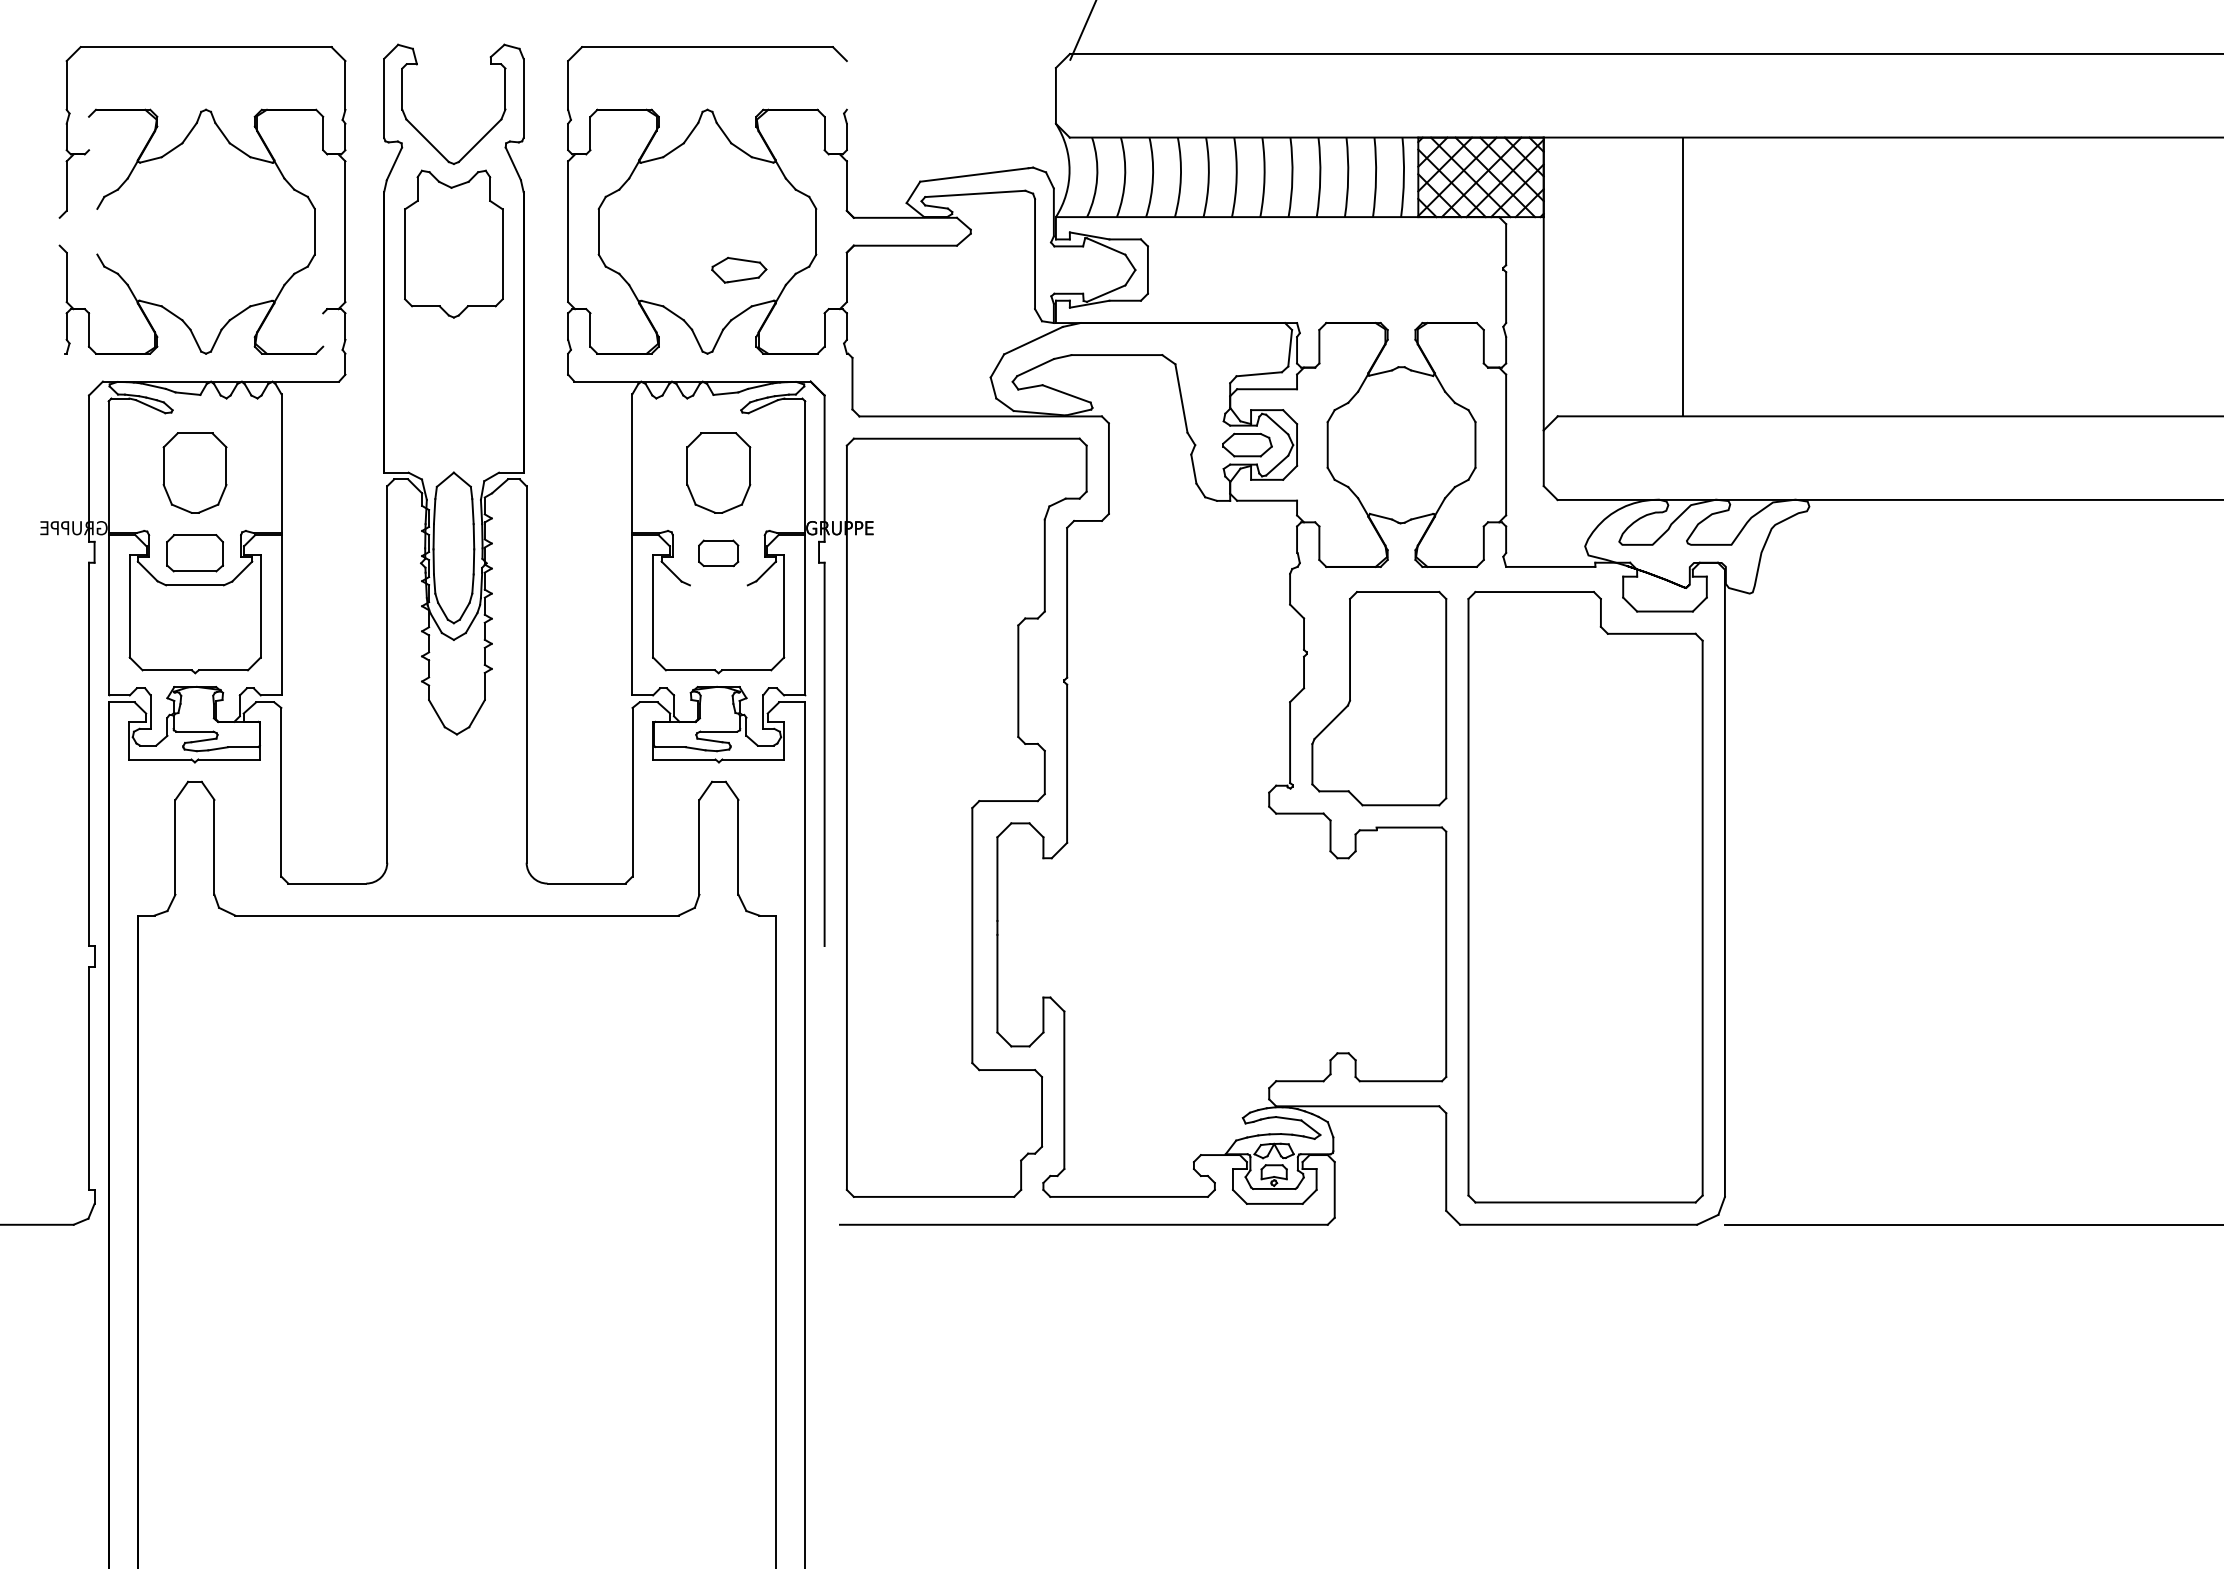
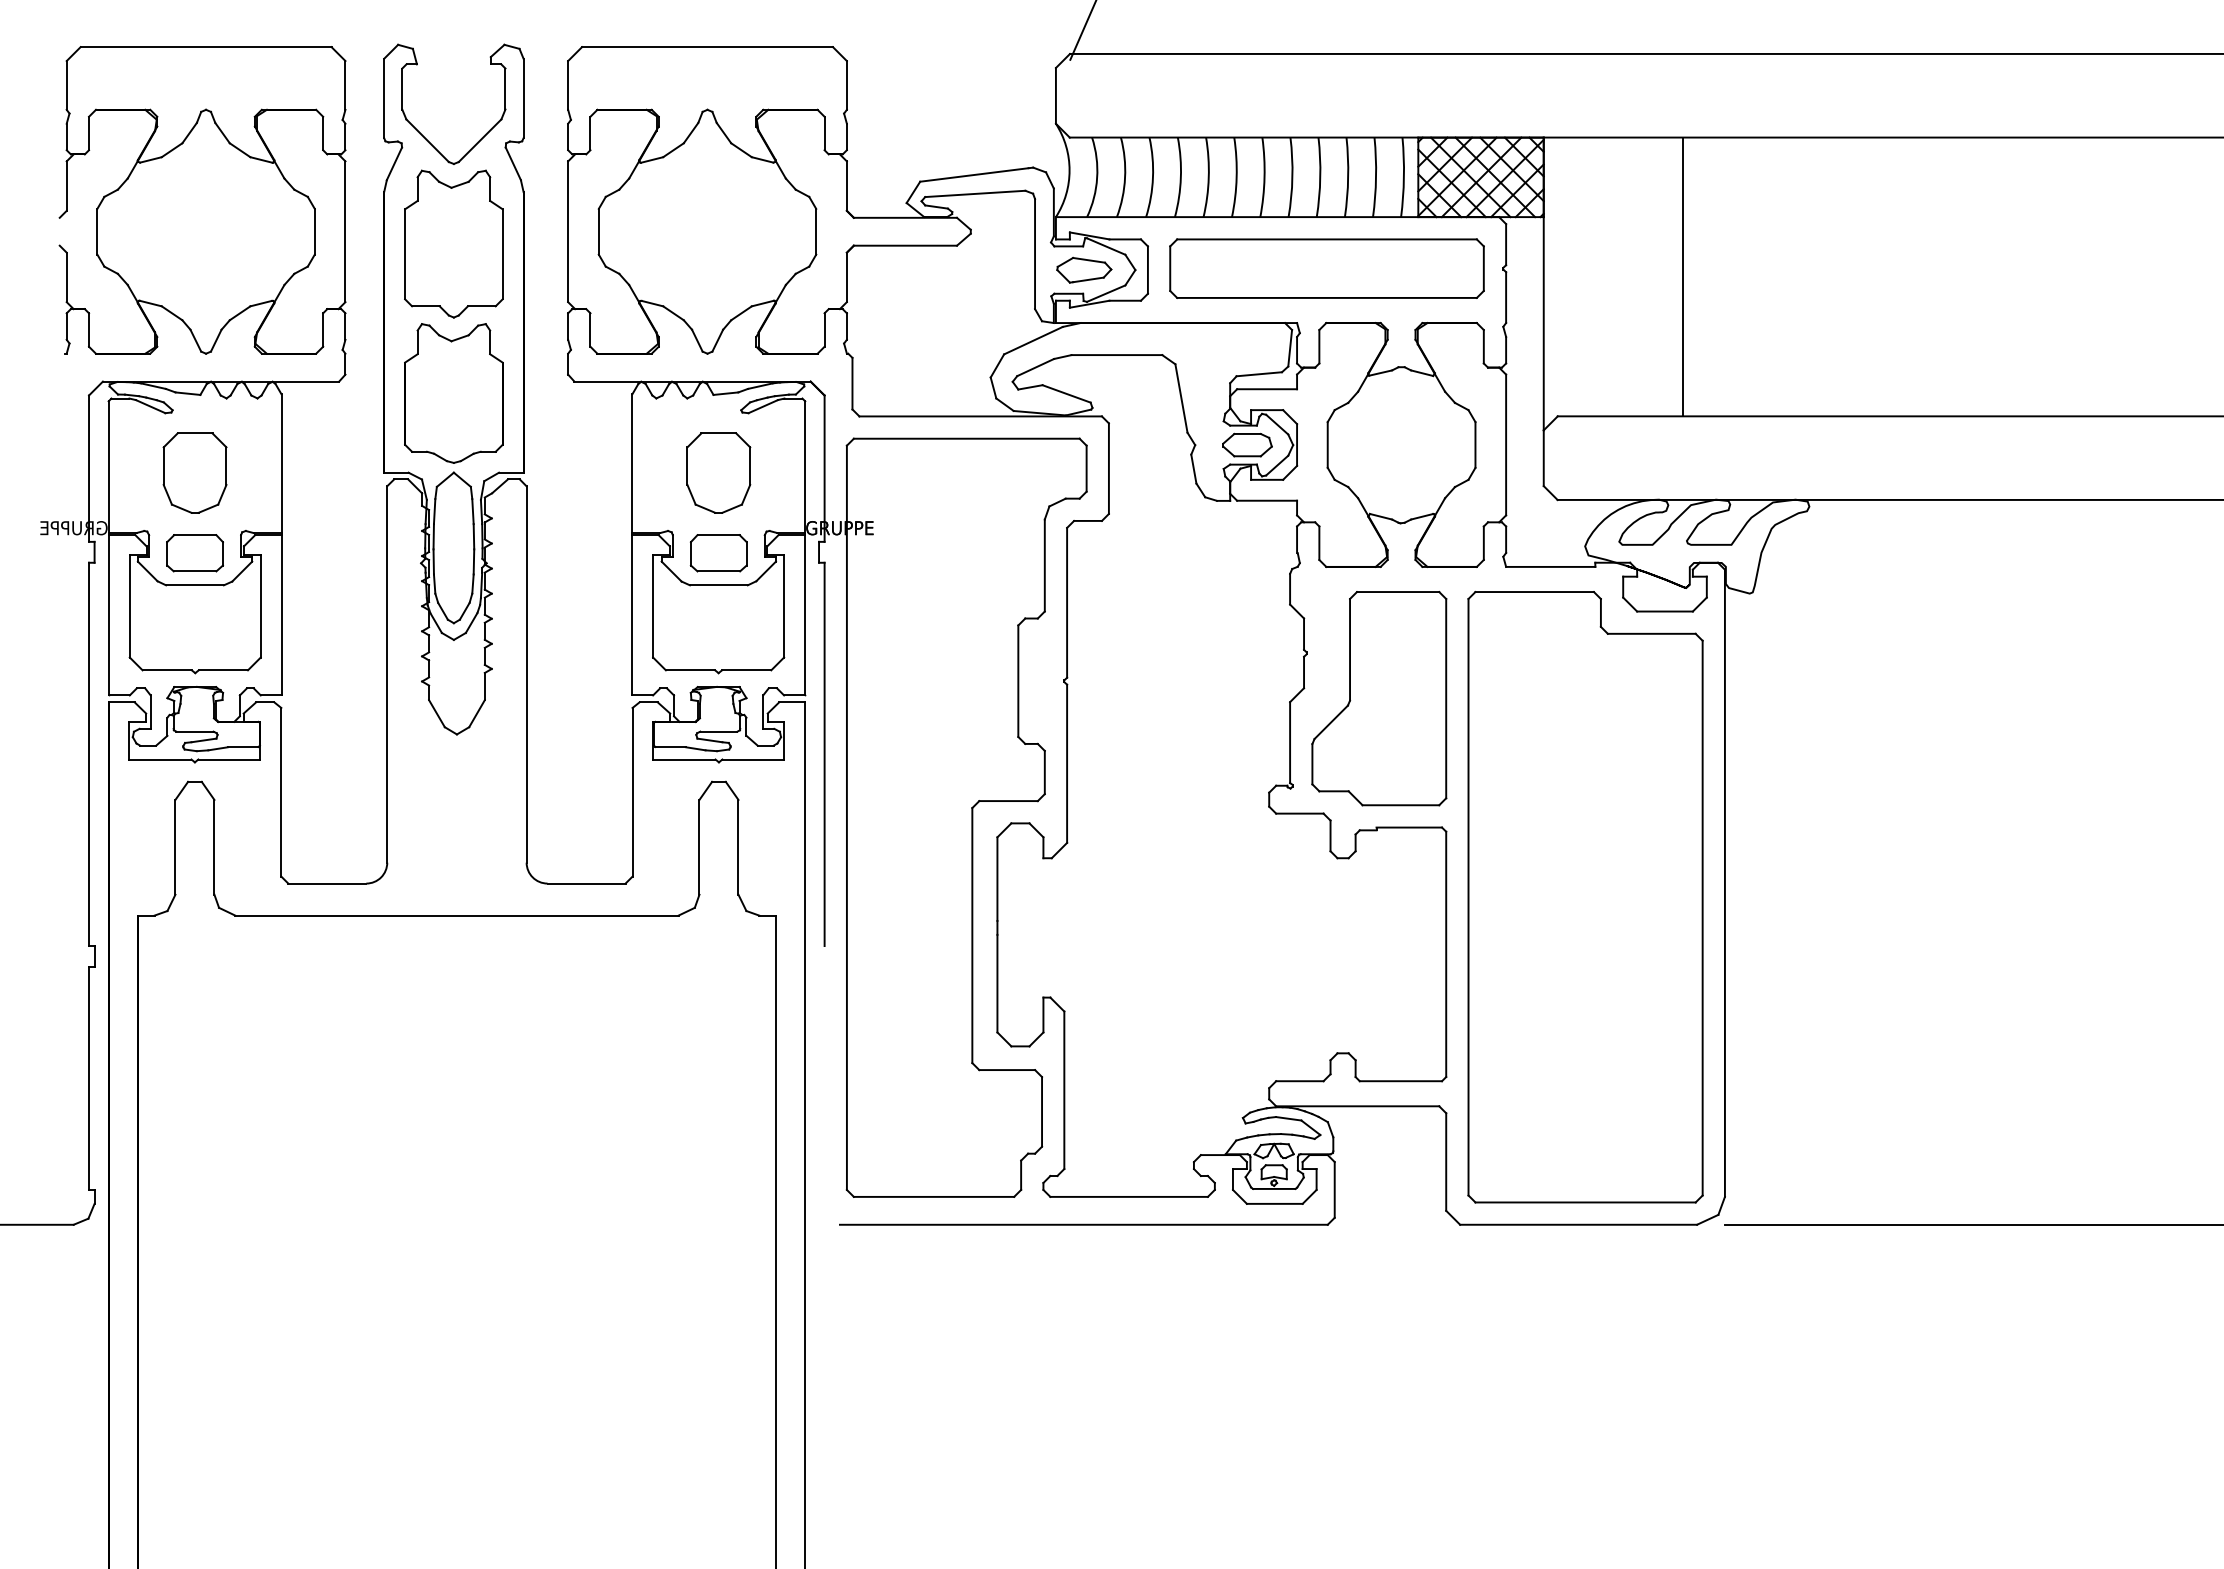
line at (846, 85): none -> present
line at (89, 133): none -> present
line at (97, 231): none -> present
part at (1326, 268): none -> present
part at (739, 269) position: (739, 269) -> (1084, 269)
line at (323, 329): none -> present
part at (453, 393): none -> present
part at (718, 553) size: 42x29 px -> 59x39 px
line at (718, 585): none -> present
